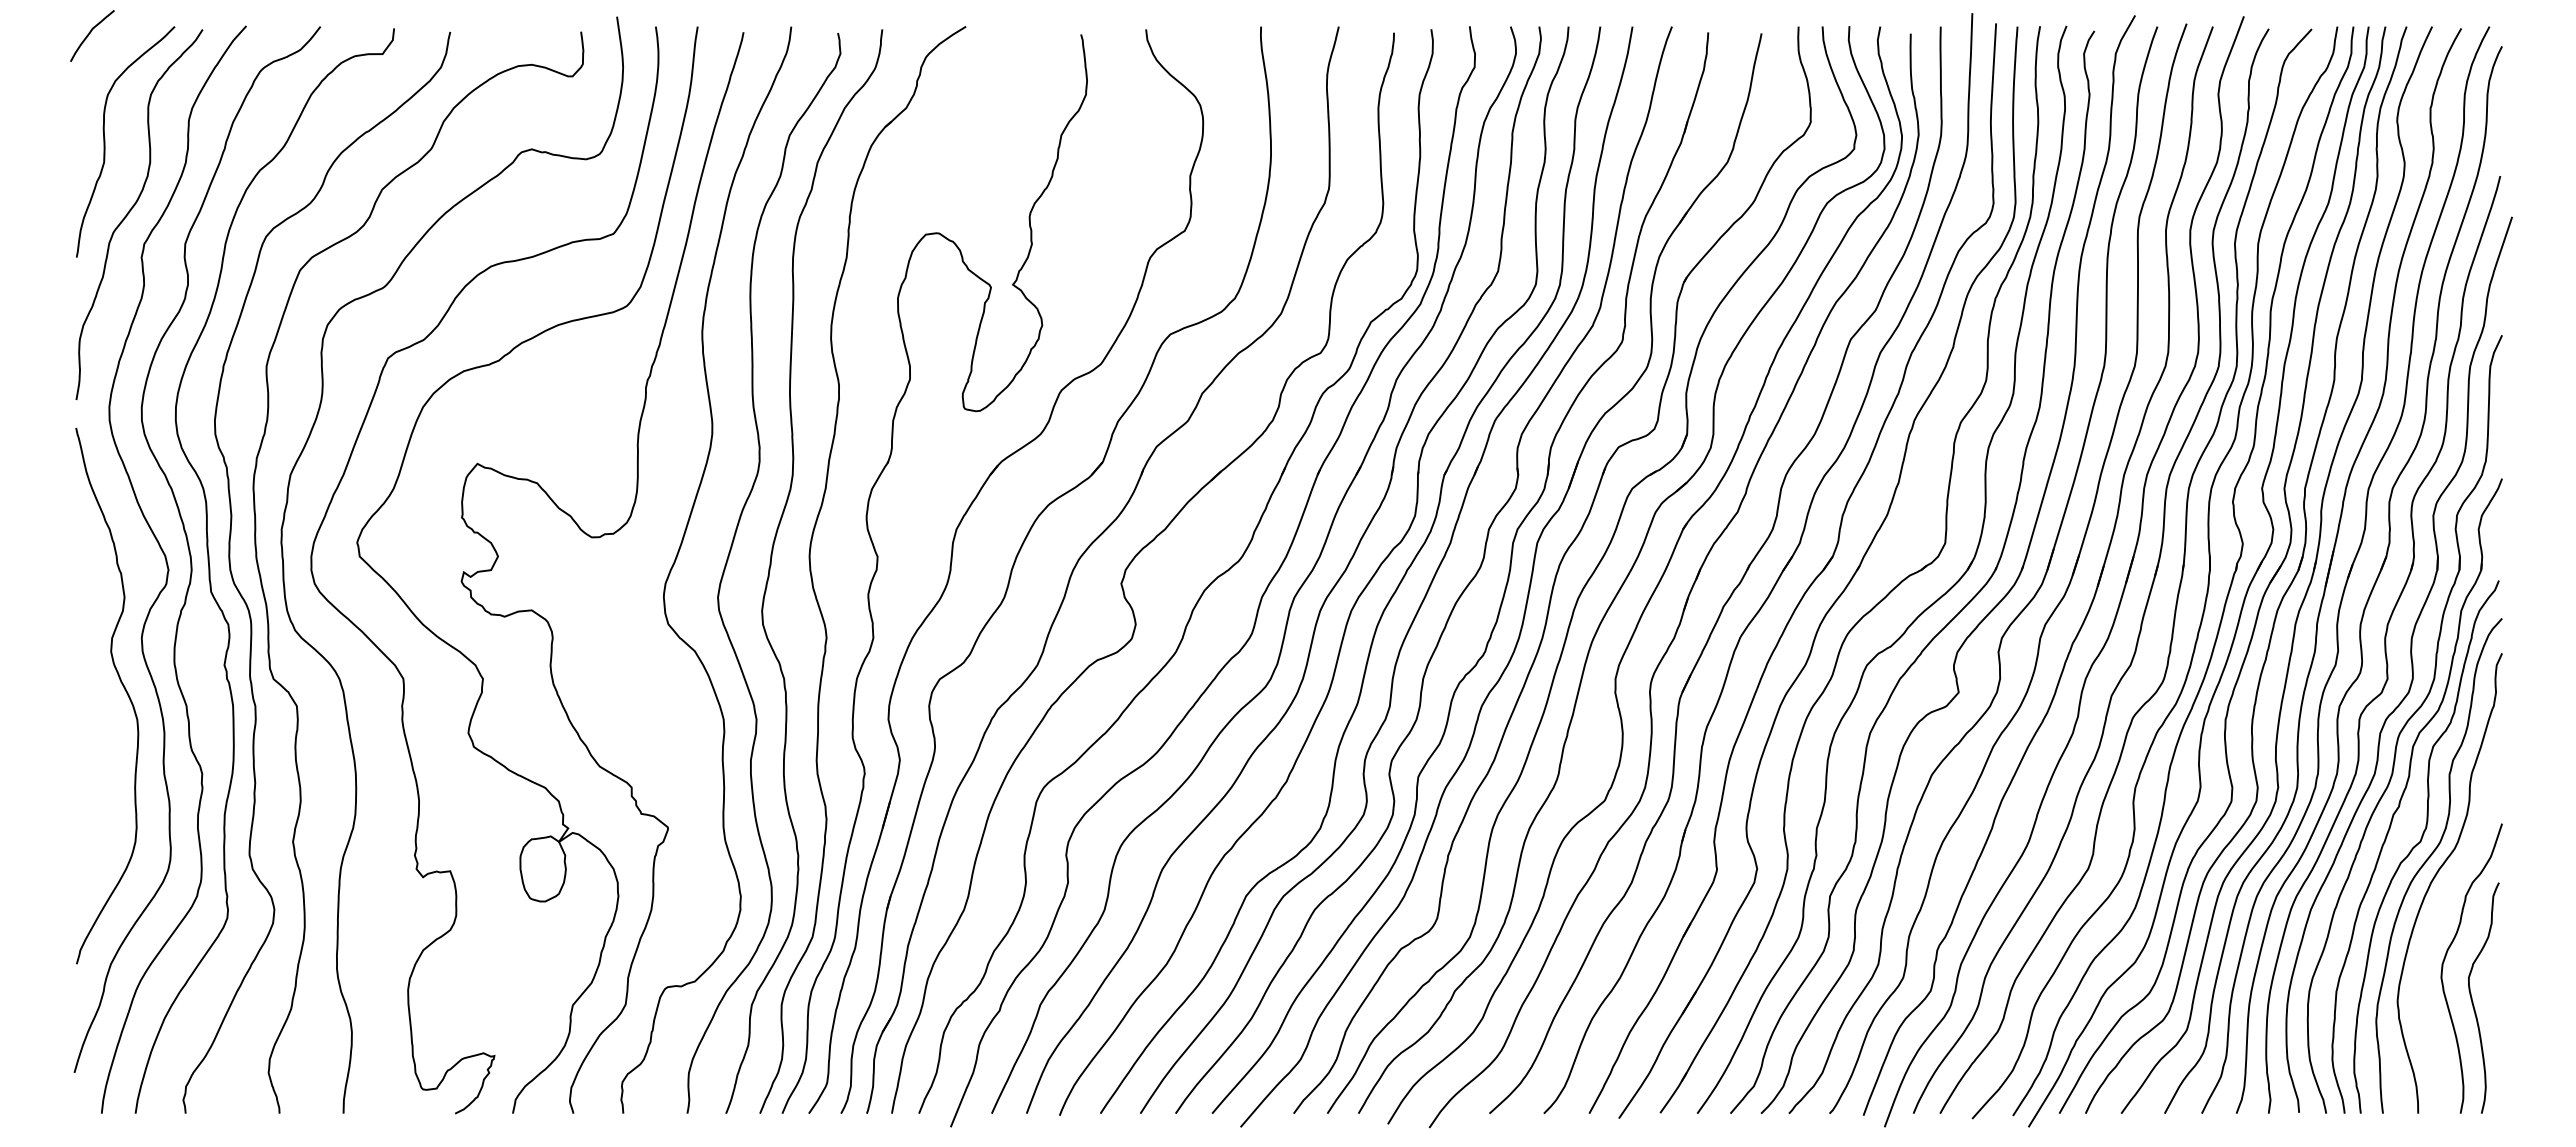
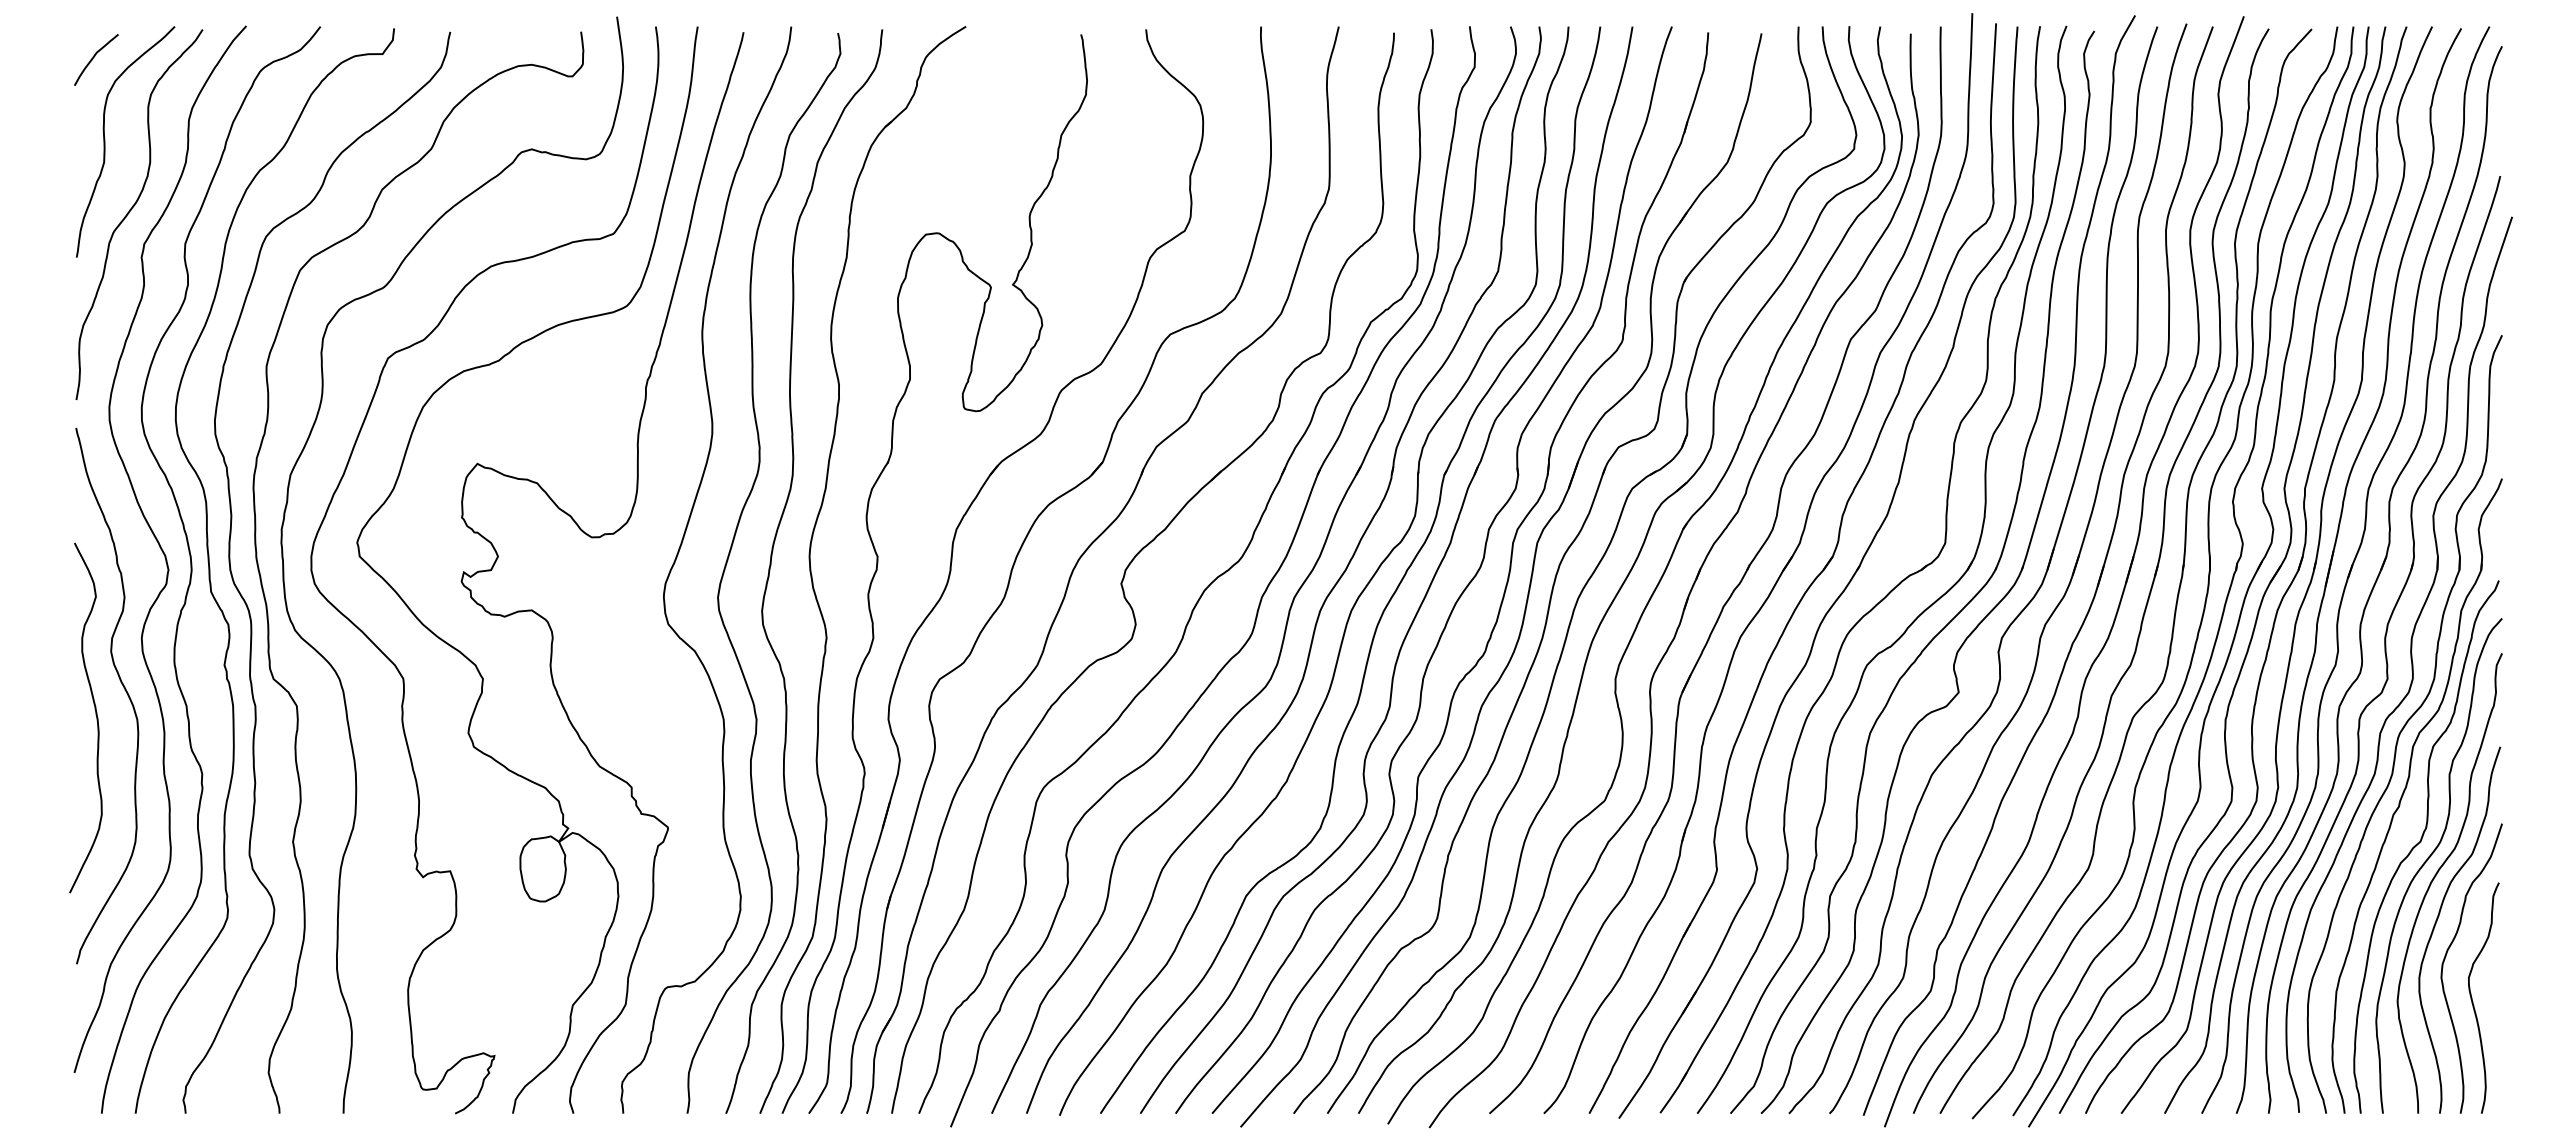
curve at (90, 33) position: (90, 33) -> (94, 57)
curve at (95, 715): none -> present
curve at (2437, 921): none -> present
